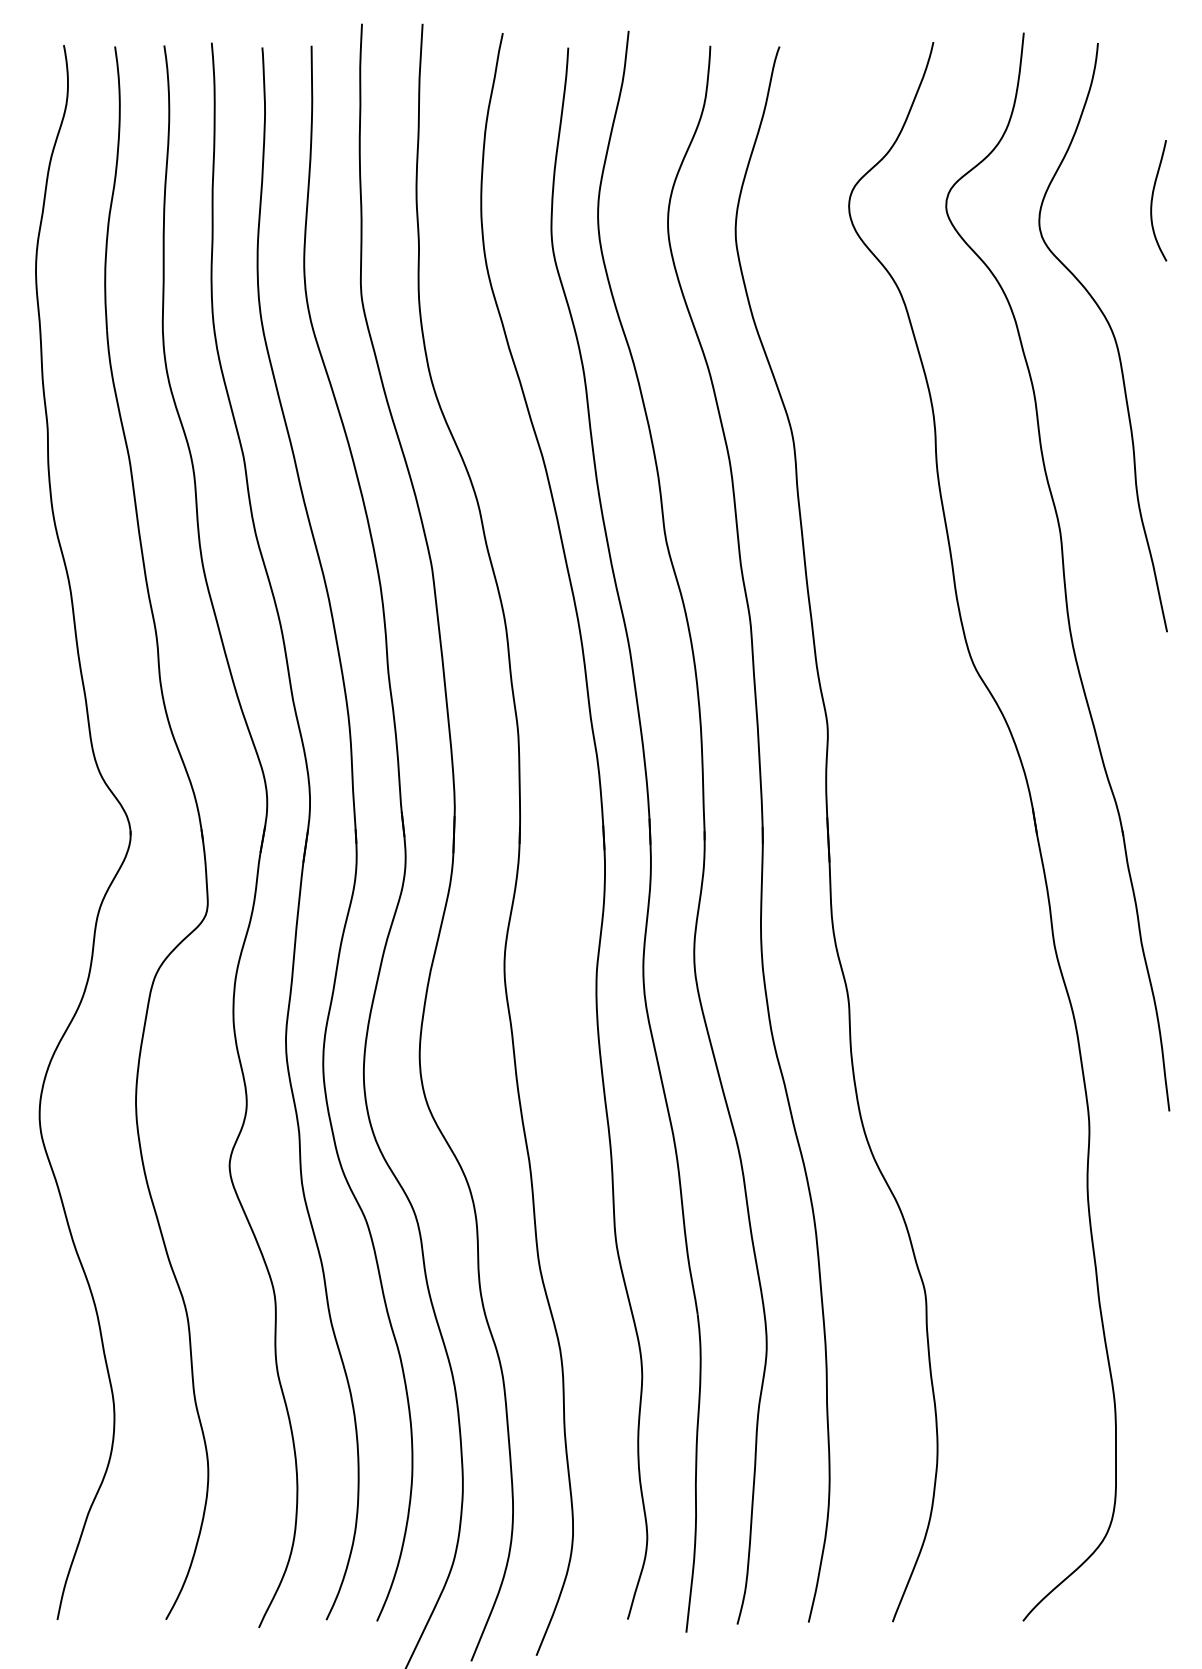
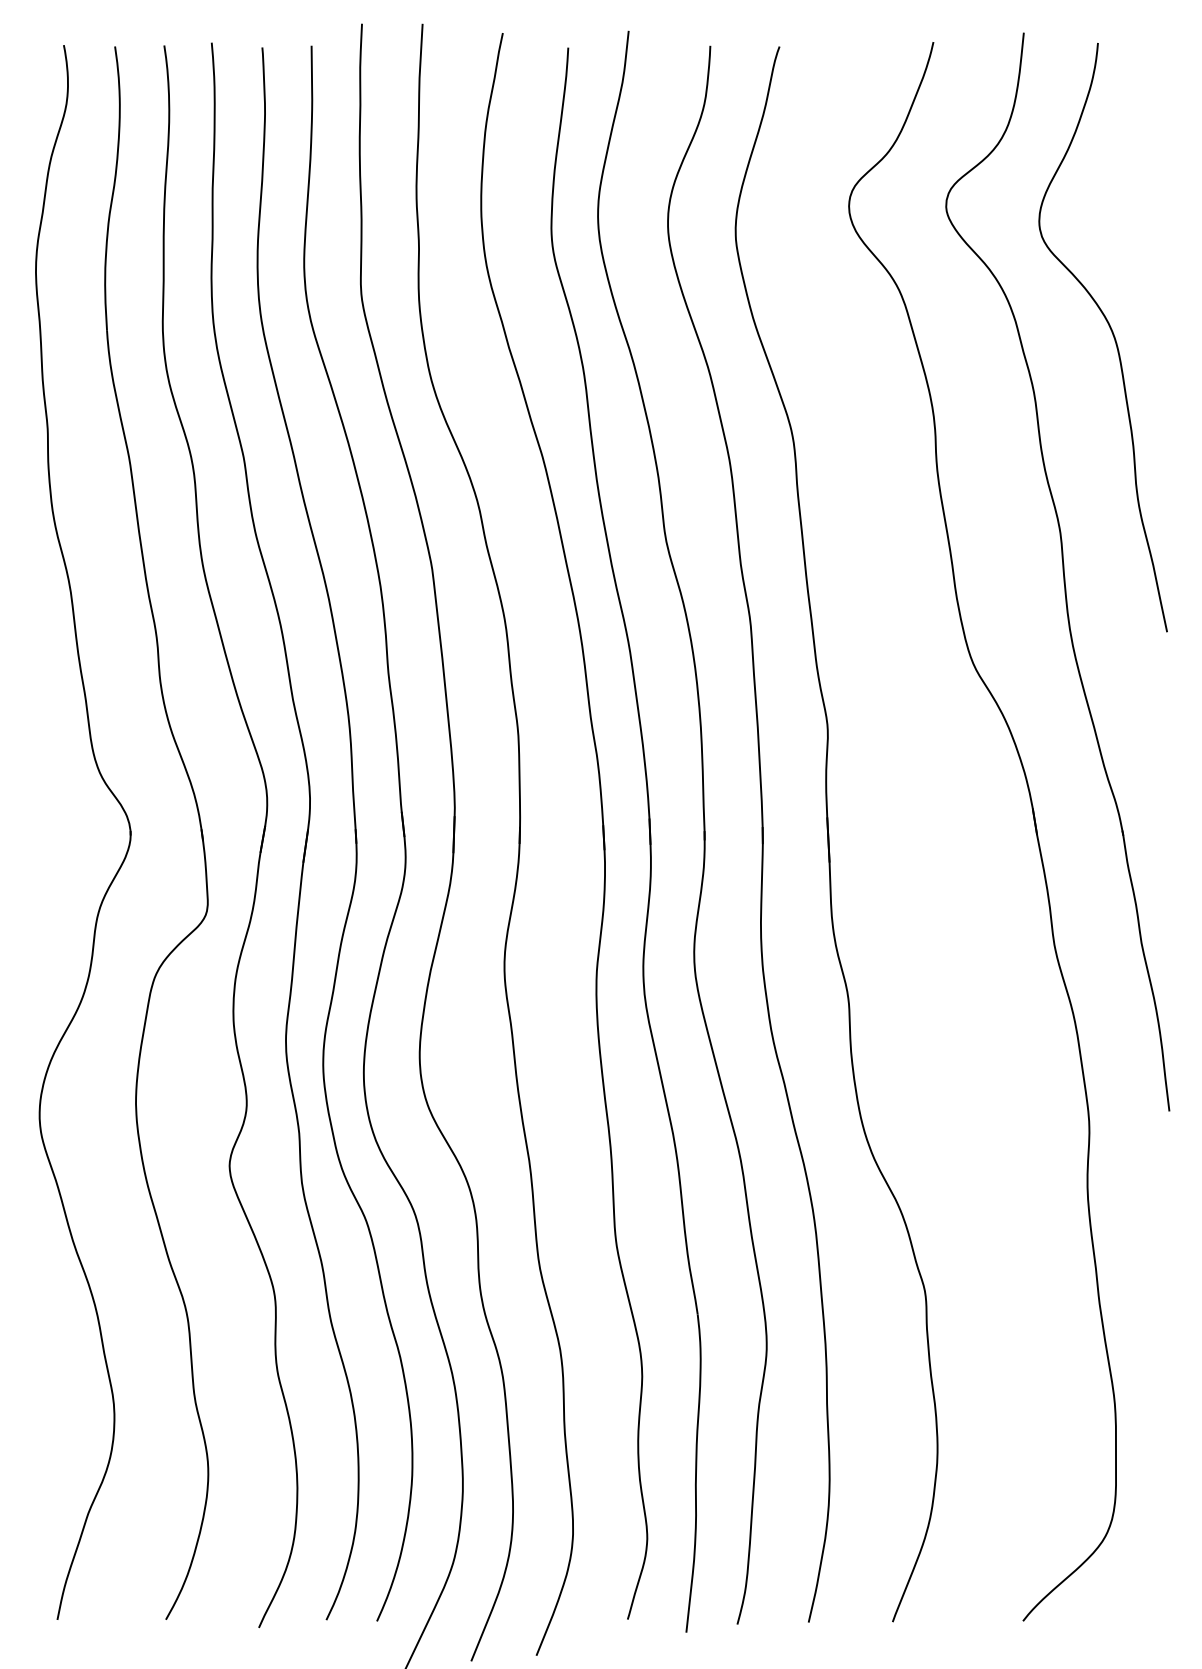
curve at (1153, 197): present -> none
